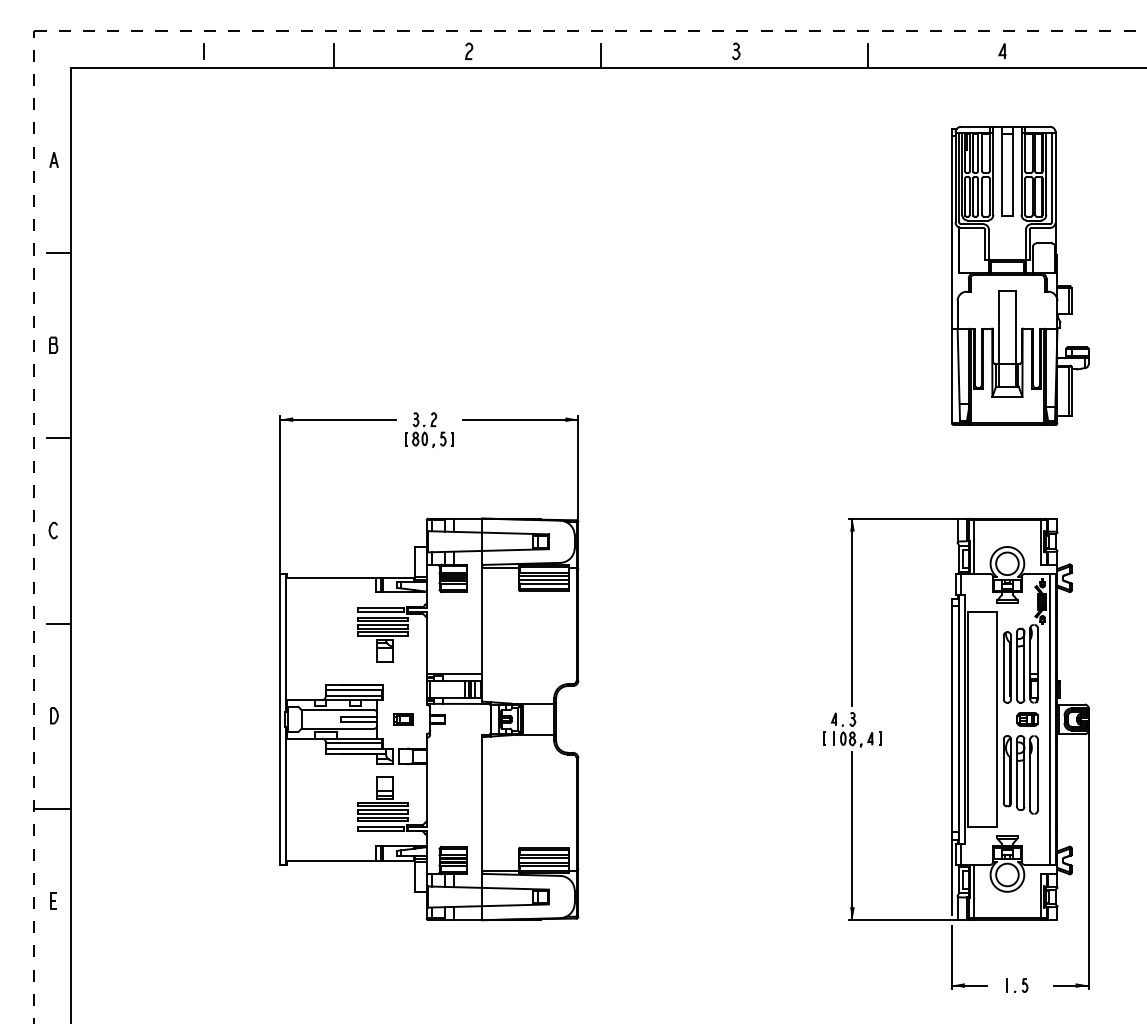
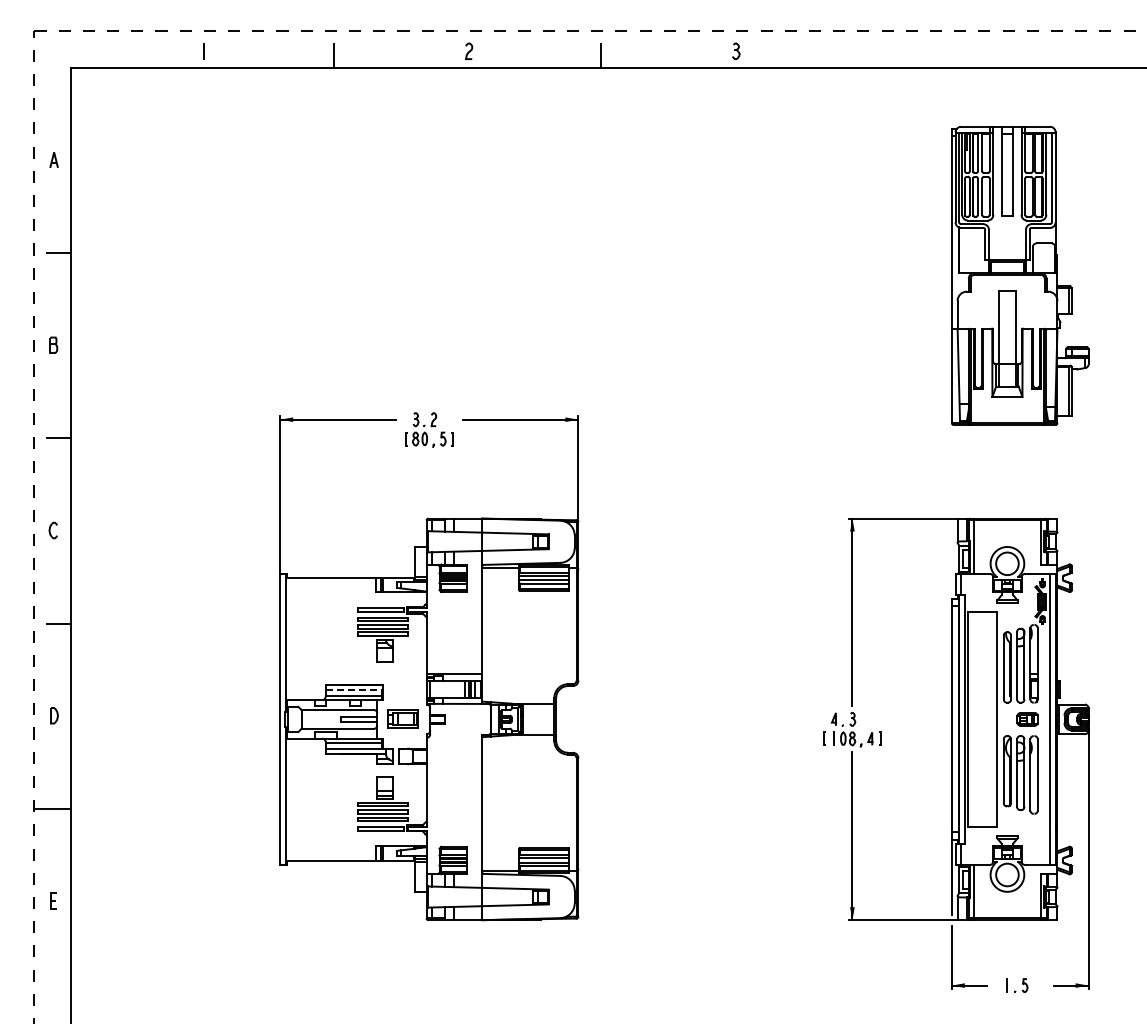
line at (1002, 51): present -> none
line at (867, 55): present -> none
line at (354, 690): solid -> dashed
part at (403, 719) size: 21x13 px -> 32x20 px
